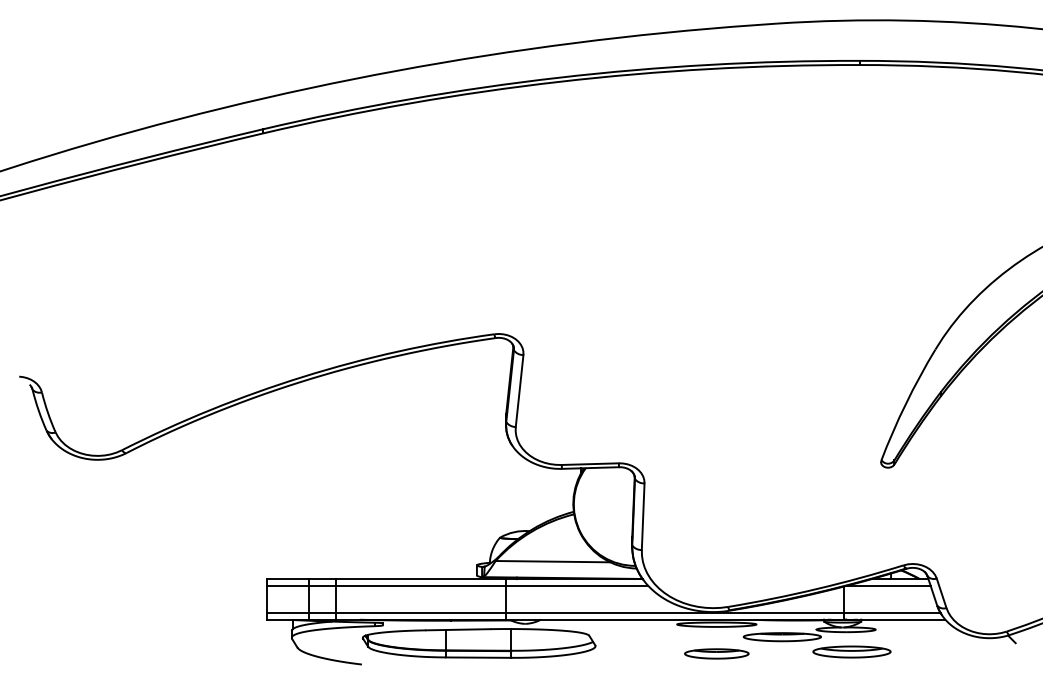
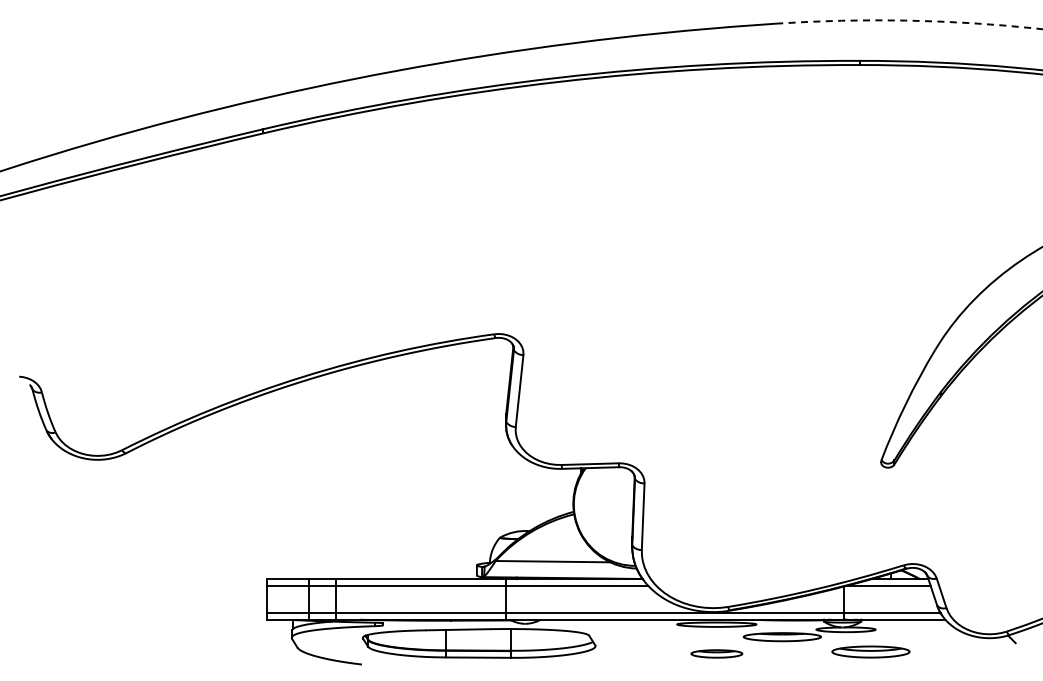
arc at (909, 20): solid -> dashed
part at (851, 651) position: (851, 651) -> (870, 651)
part at (716, 653) size: 66x12 px -> 54x10 px
